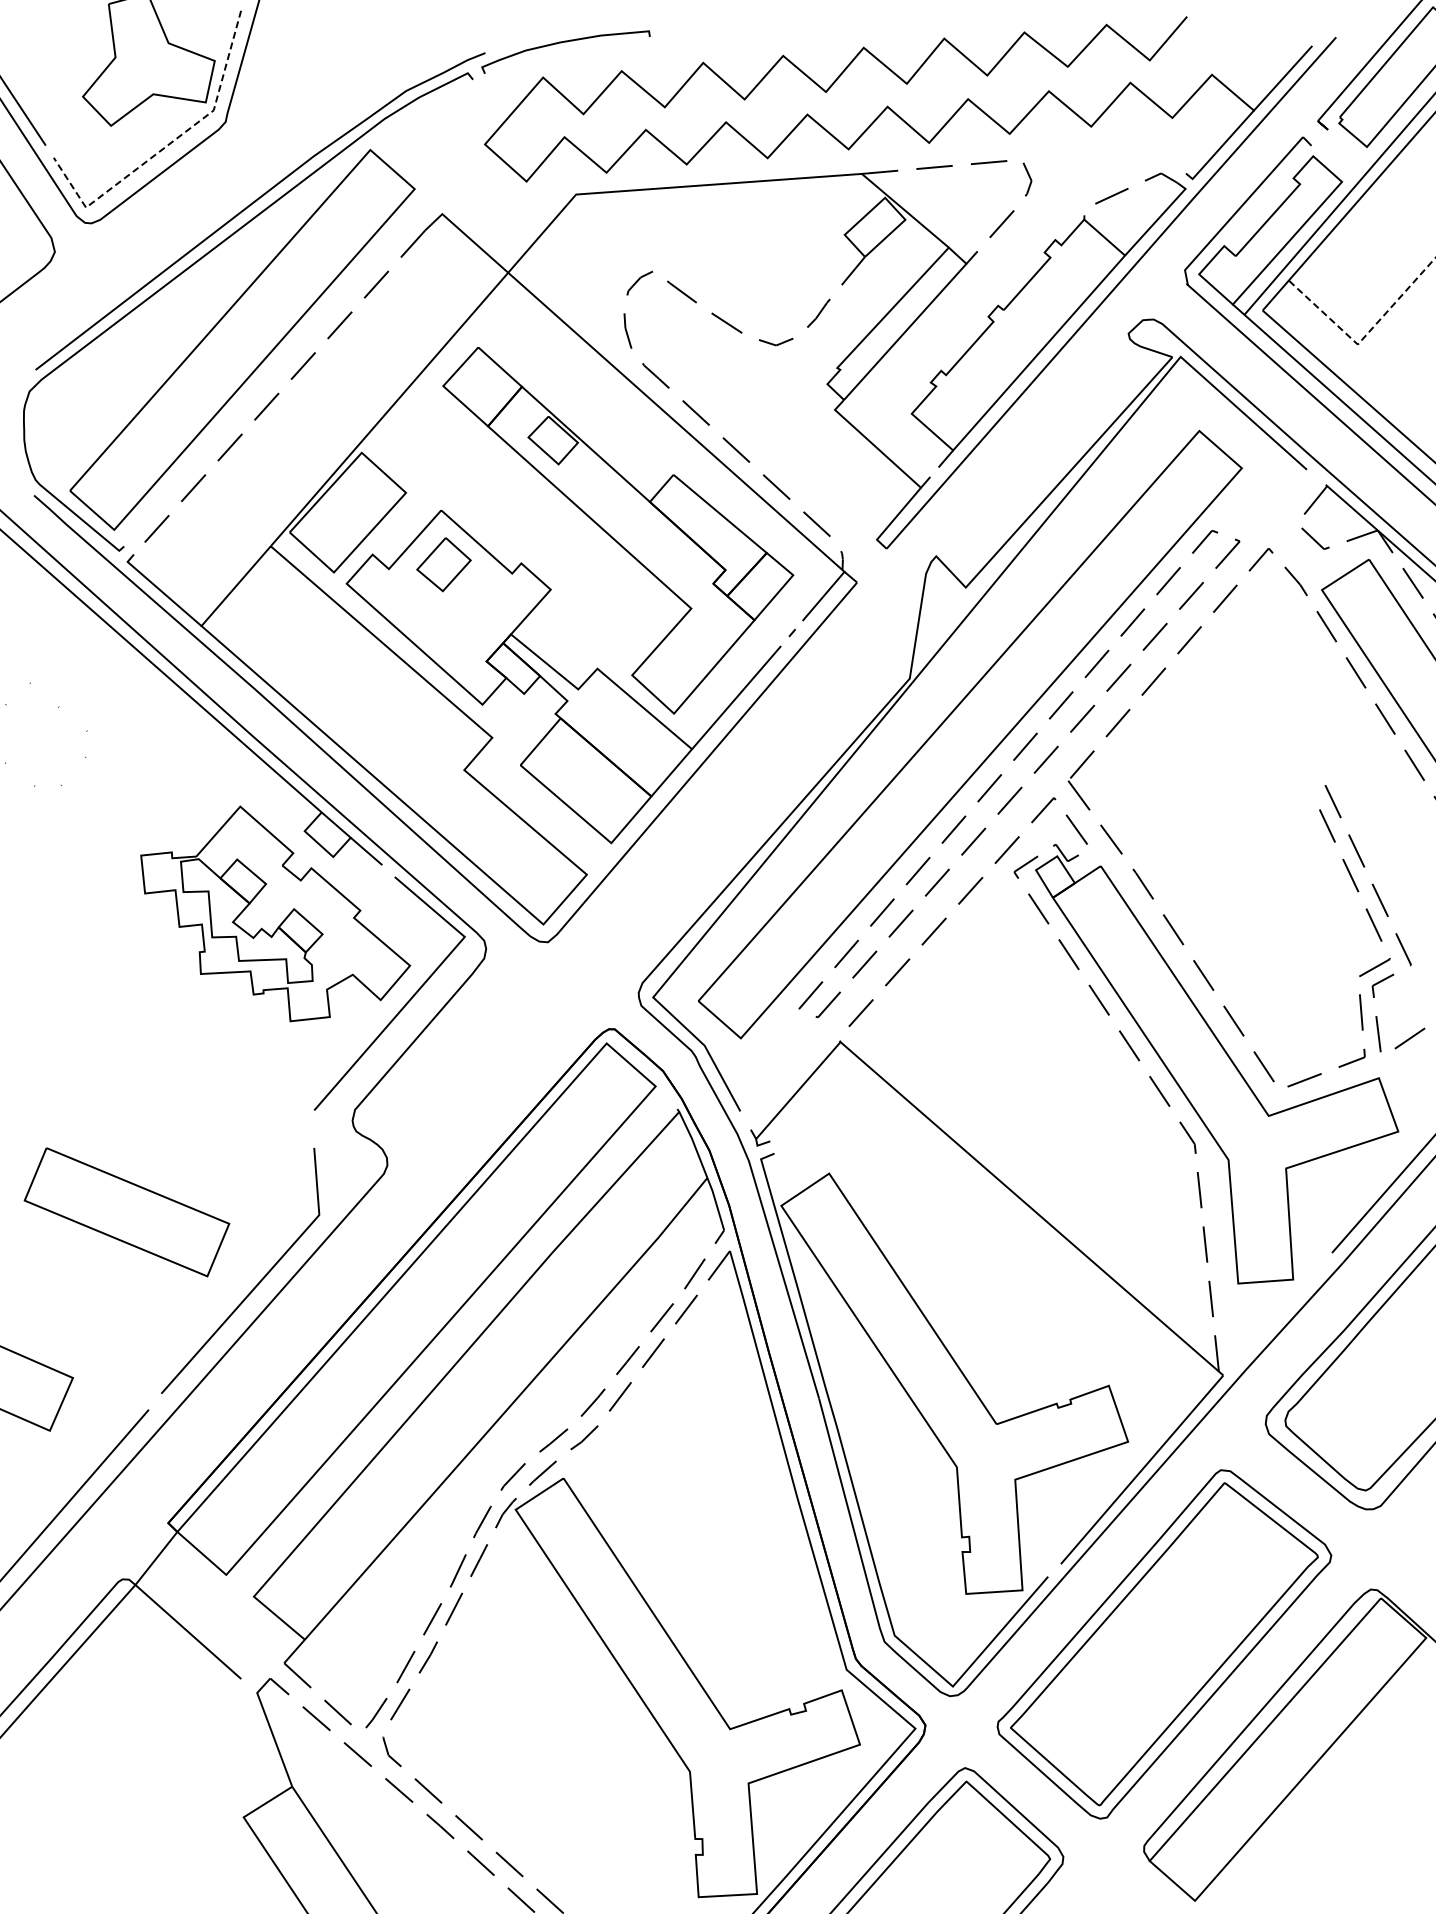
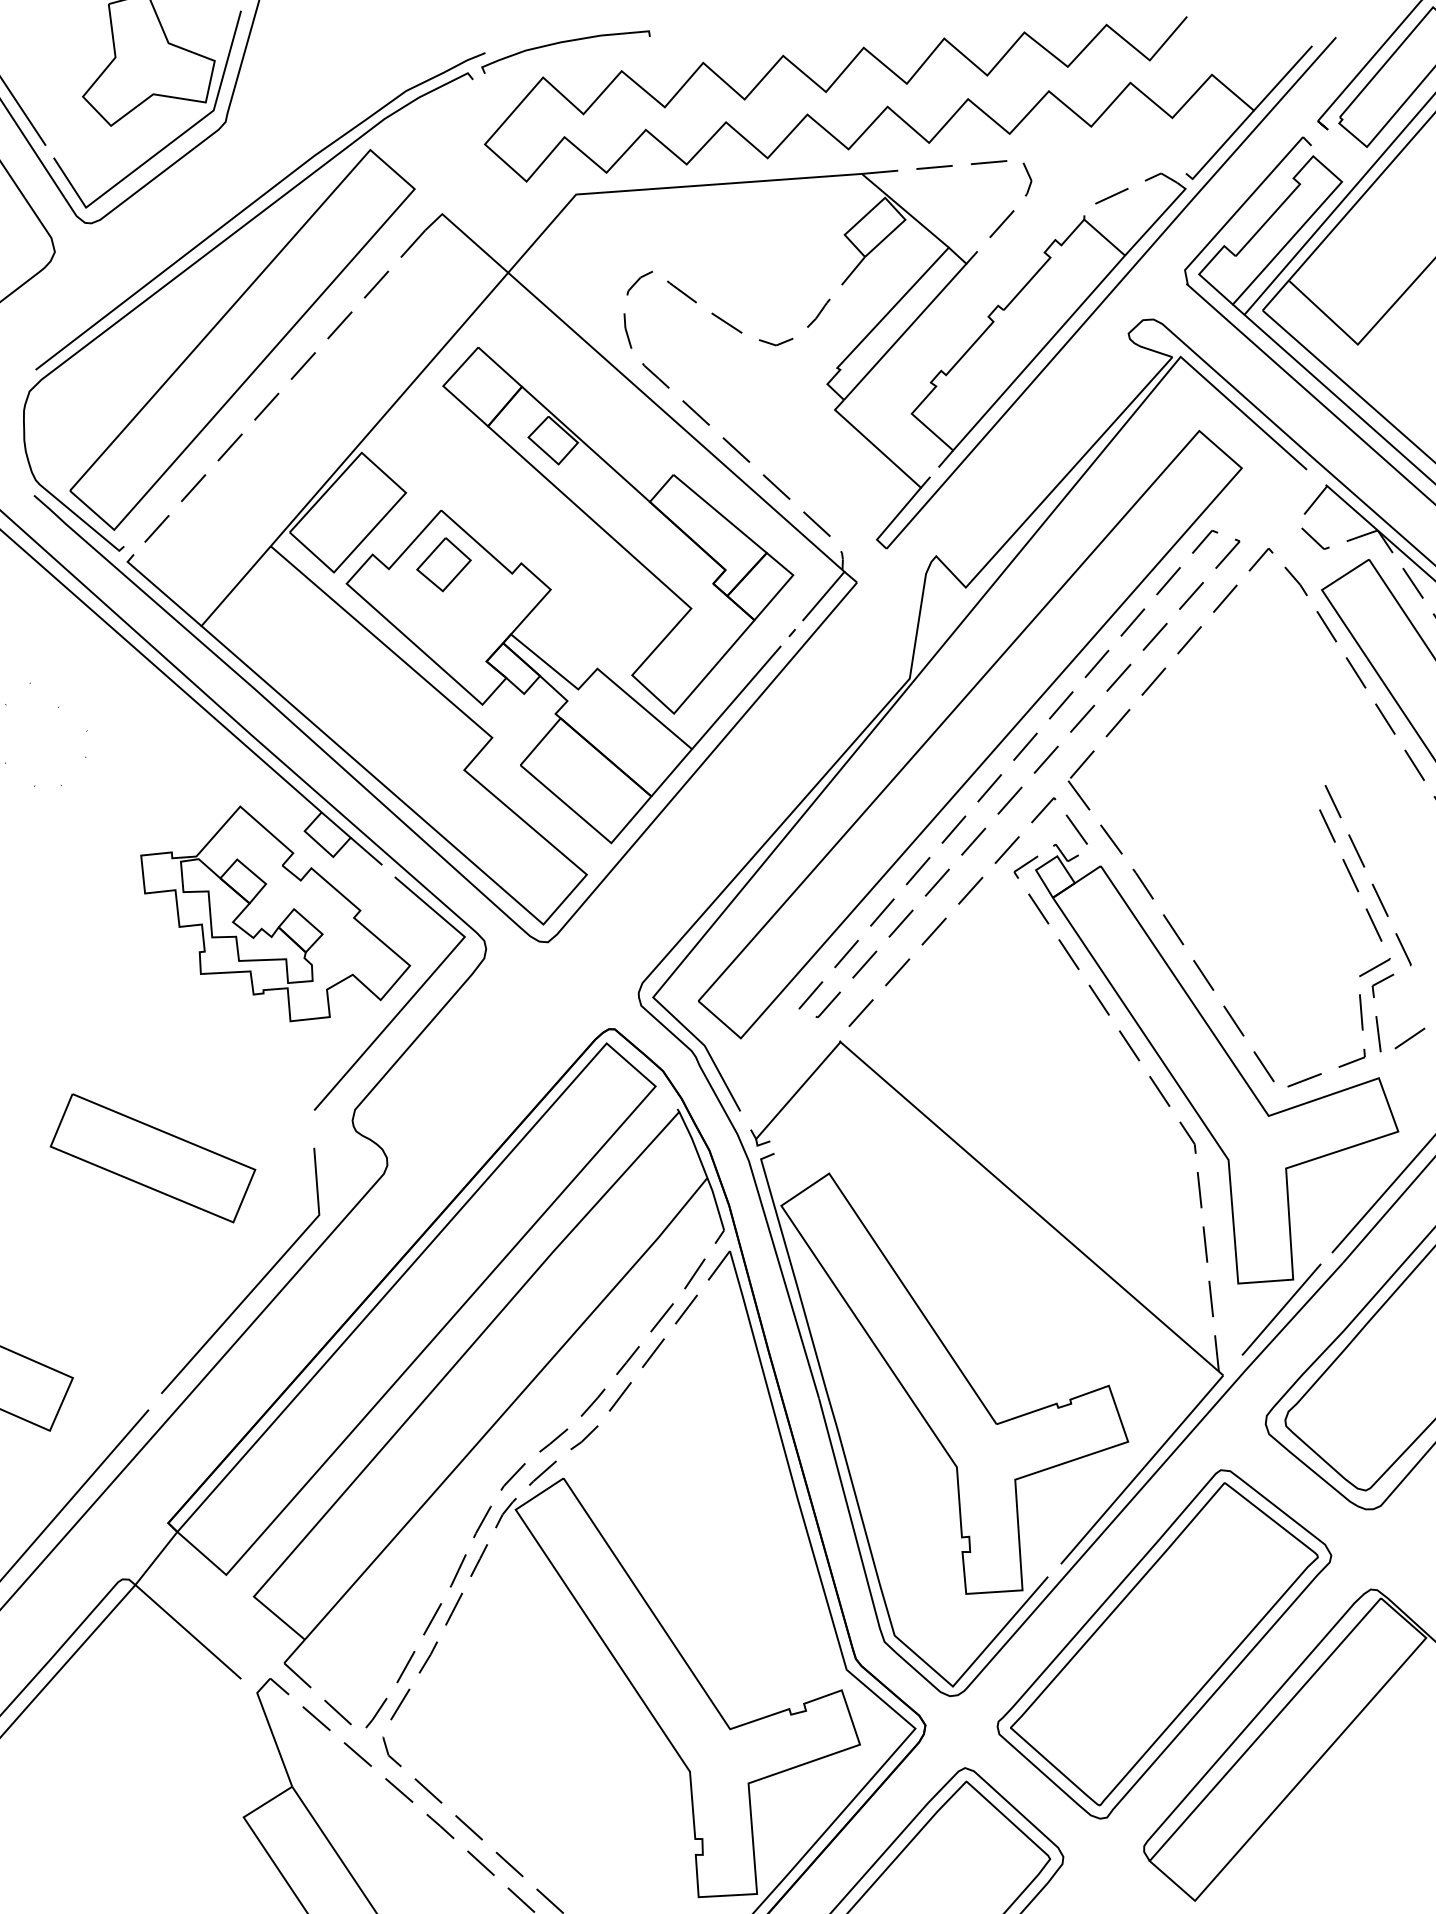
line at (166, 146): dashed -> solid
line at (1365, 336): dashed -> solid
part at (126, 1212) position: (126, 1212) -> (152, 1158)
line at (1281, 1309): none -> present
